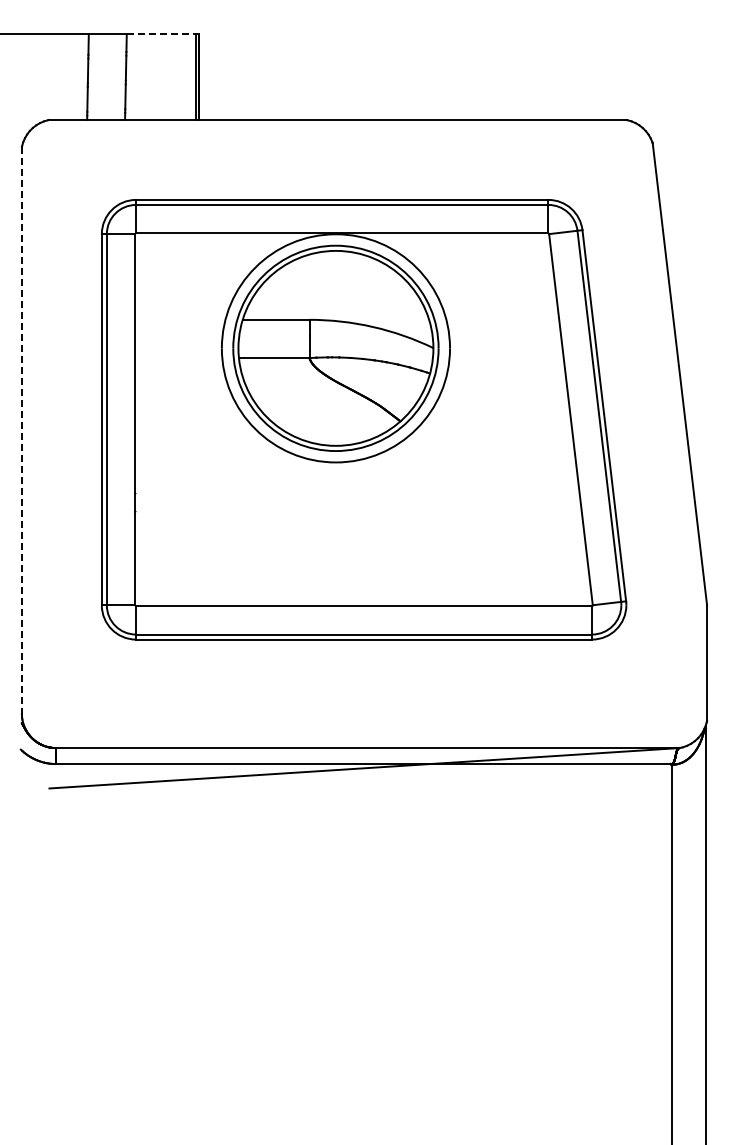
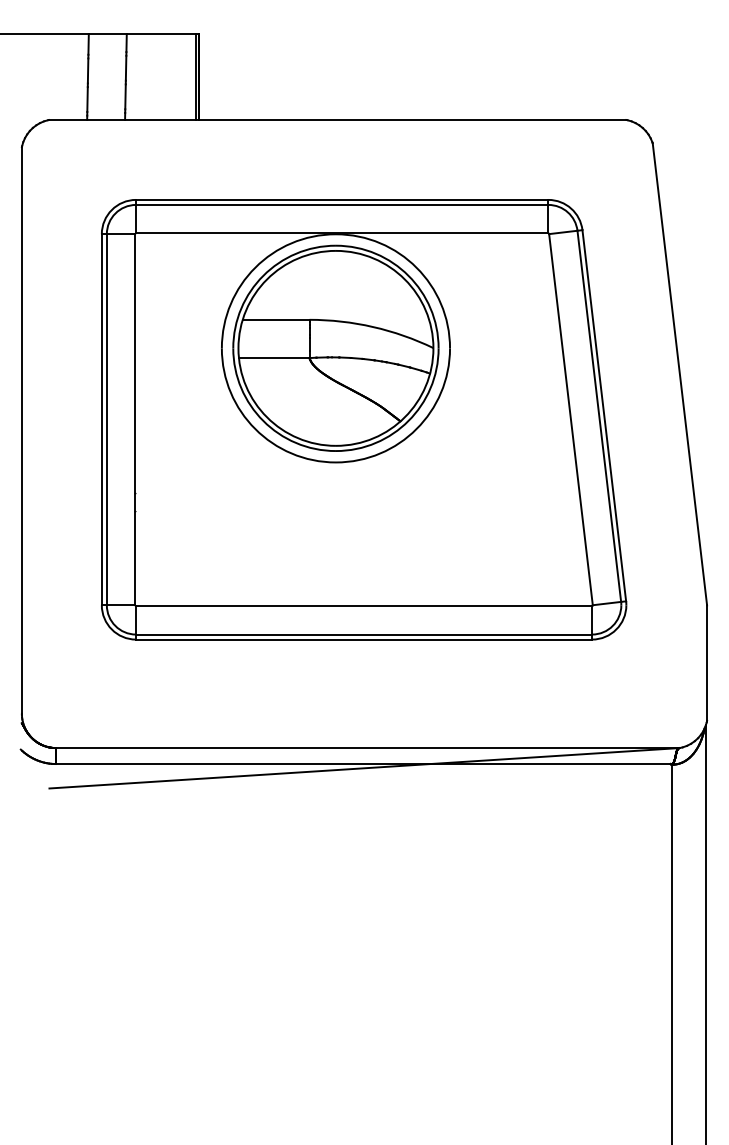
line at (161, 34): dashed -> solid
line at (21, 431): dashed -> solid
